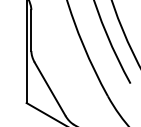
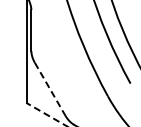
line at (50, 89): solid -> dashed
line at (47, 115): solid -> dashed
